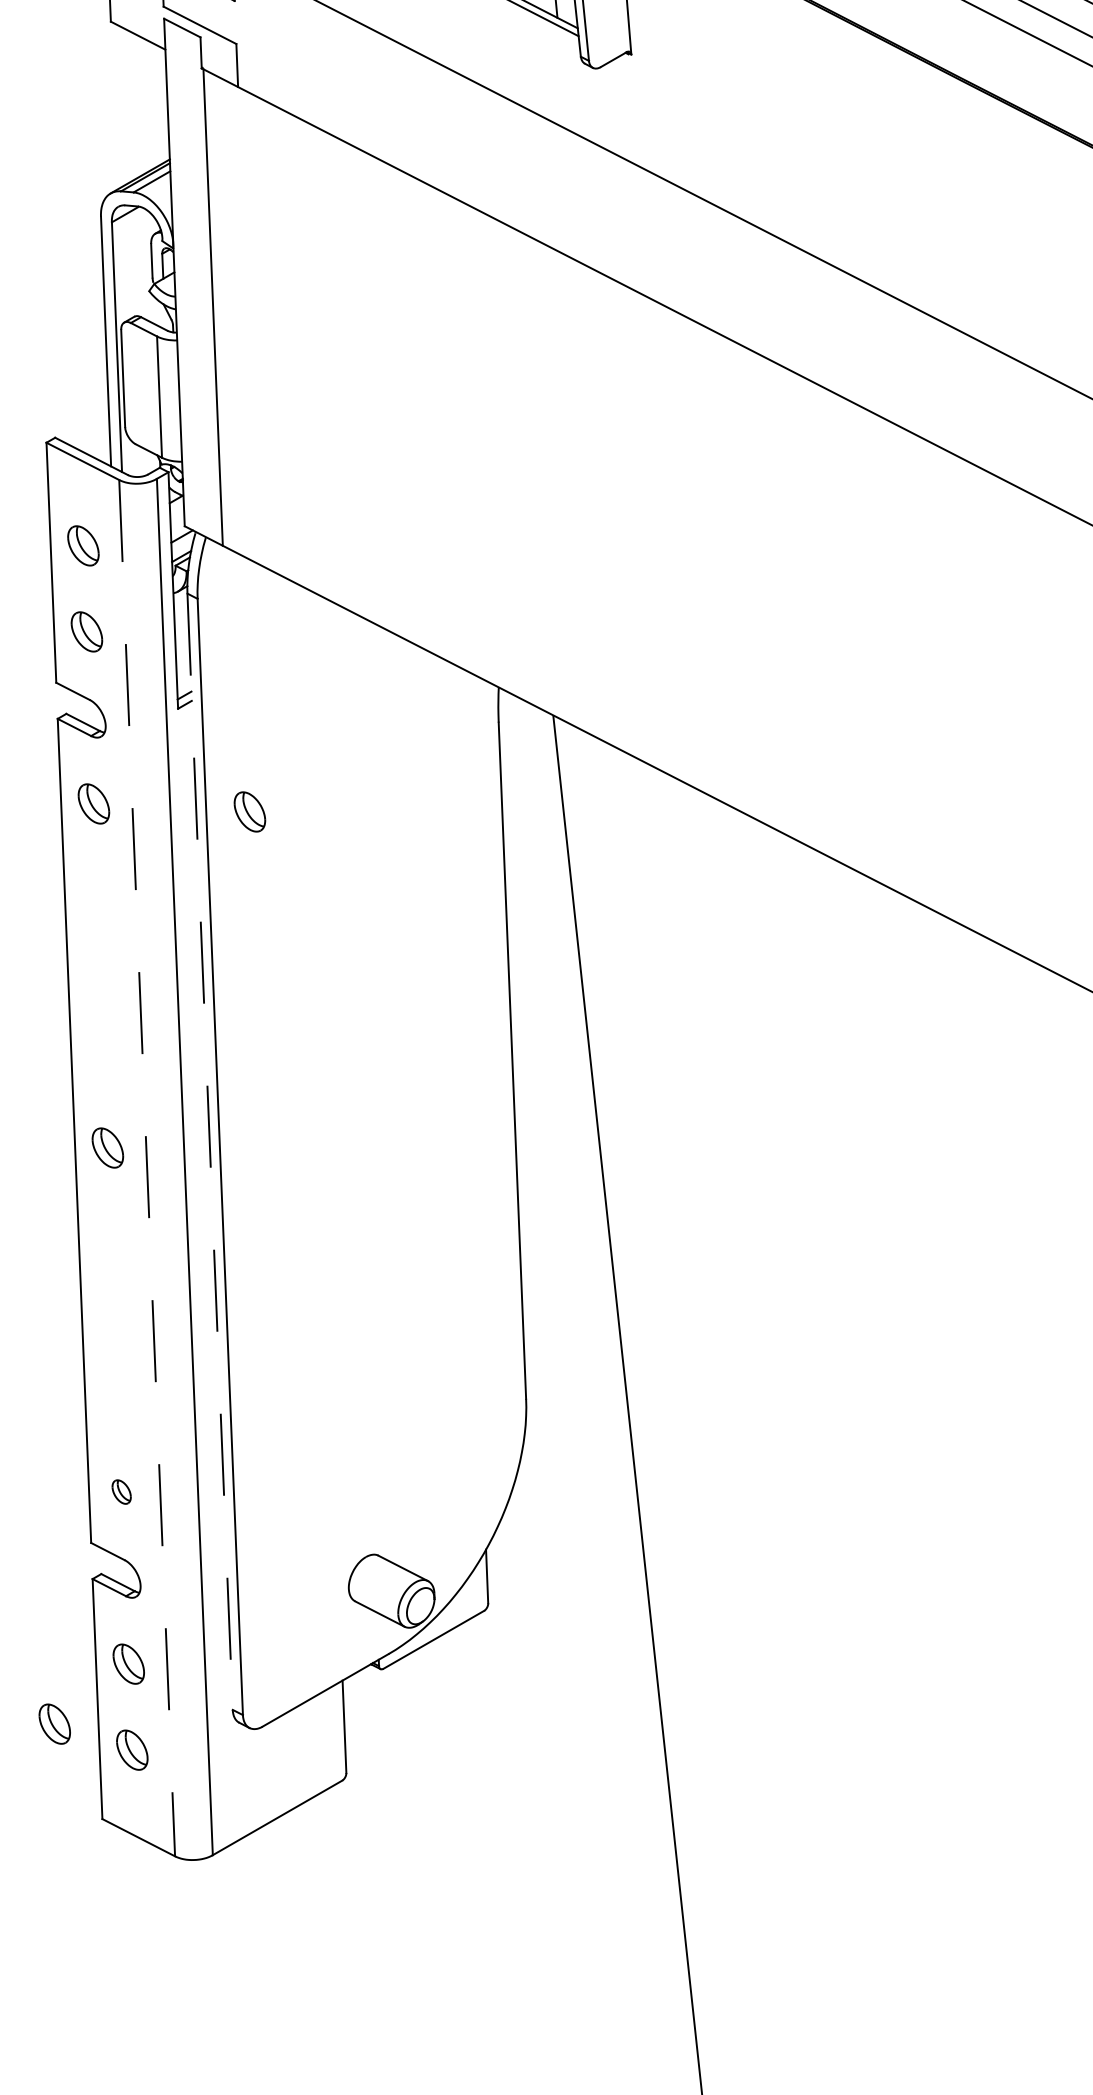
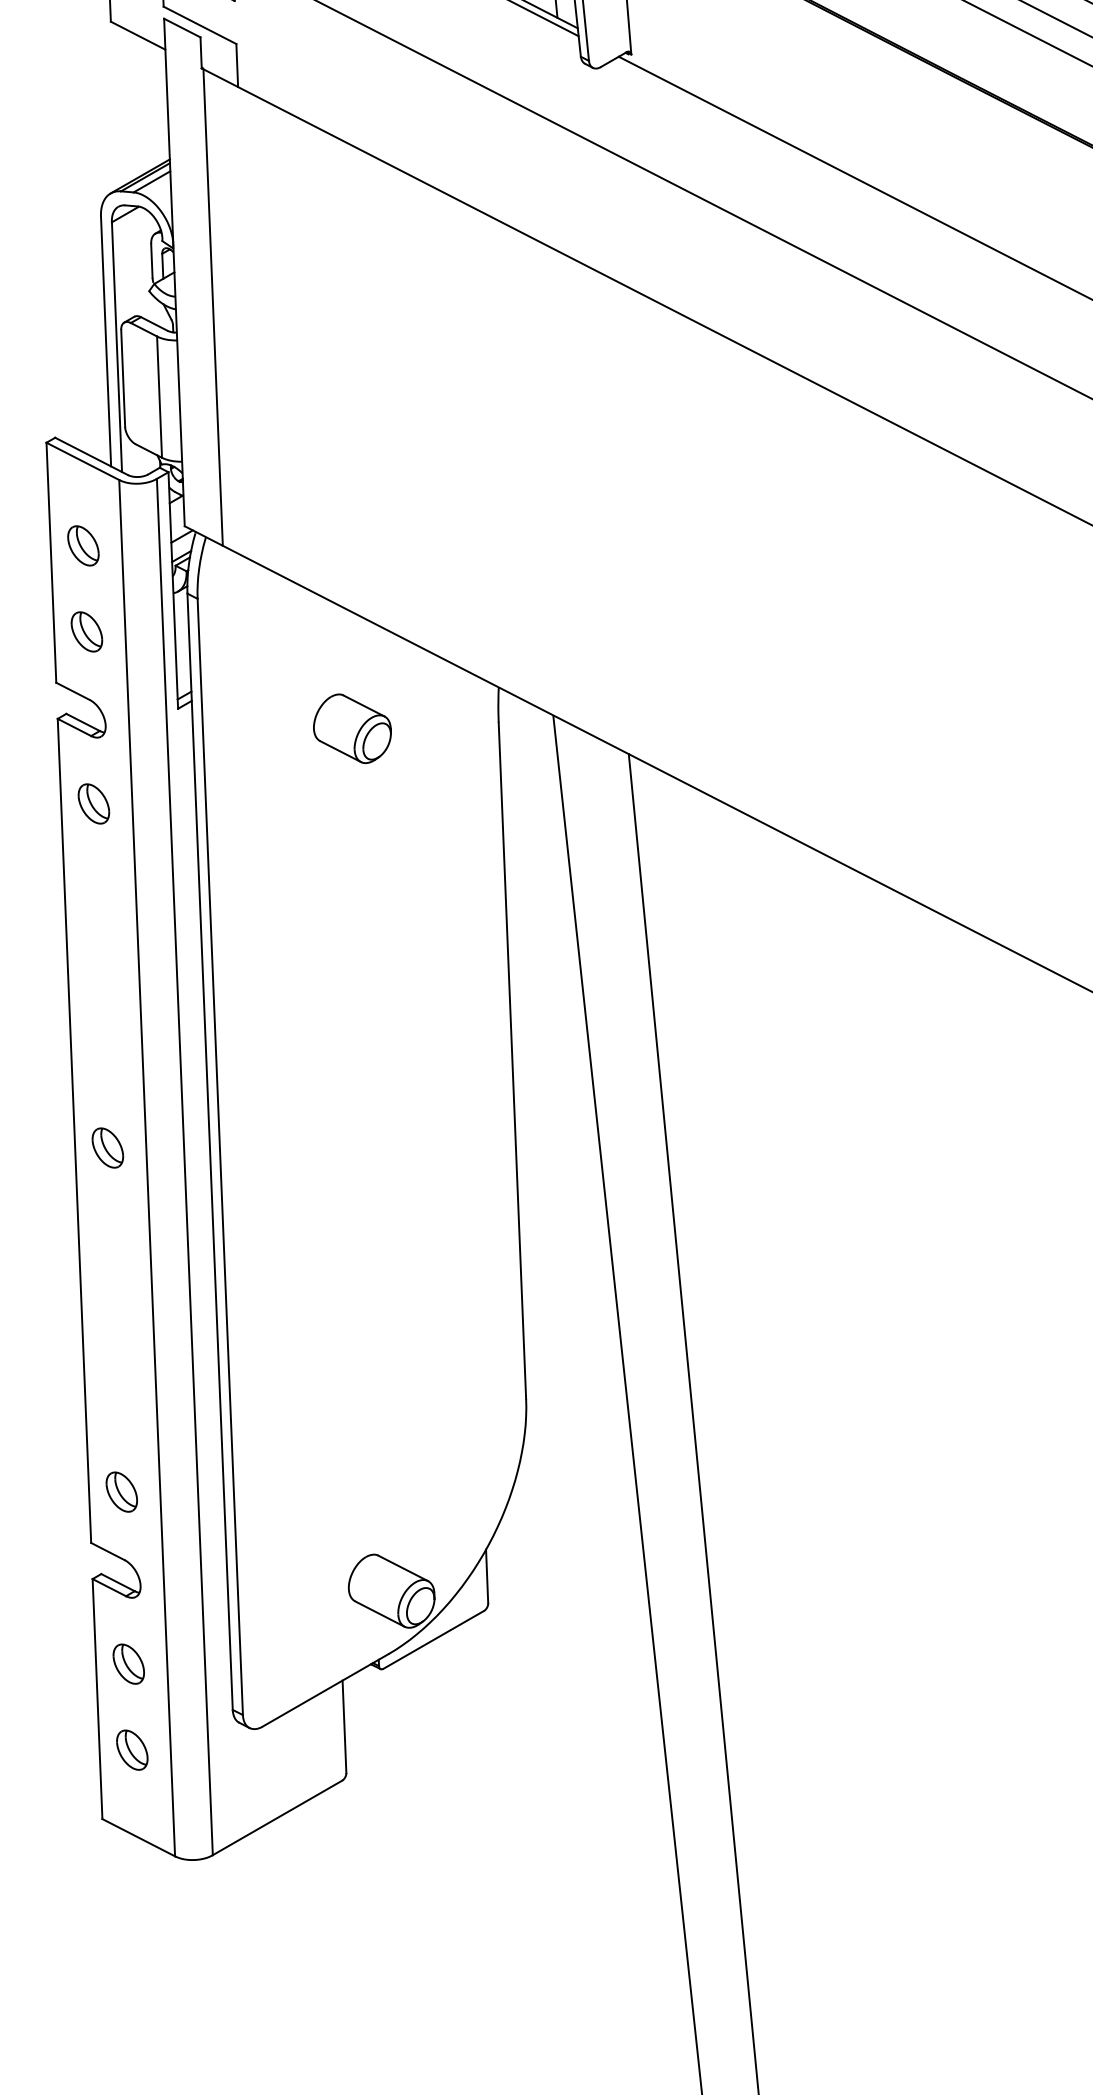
line at (853, 177): none -> present
part at (352, 728): none -> present
part at (249, 811): present -> none
line at (210, 1151): dashed -> solid
line at (147, 1168): dashed -> solid
line at (693, 1422): none -> present
part at (121, 1491) size: 21x26 px -> 33x42 px
part at (54, 1723): present -> none
